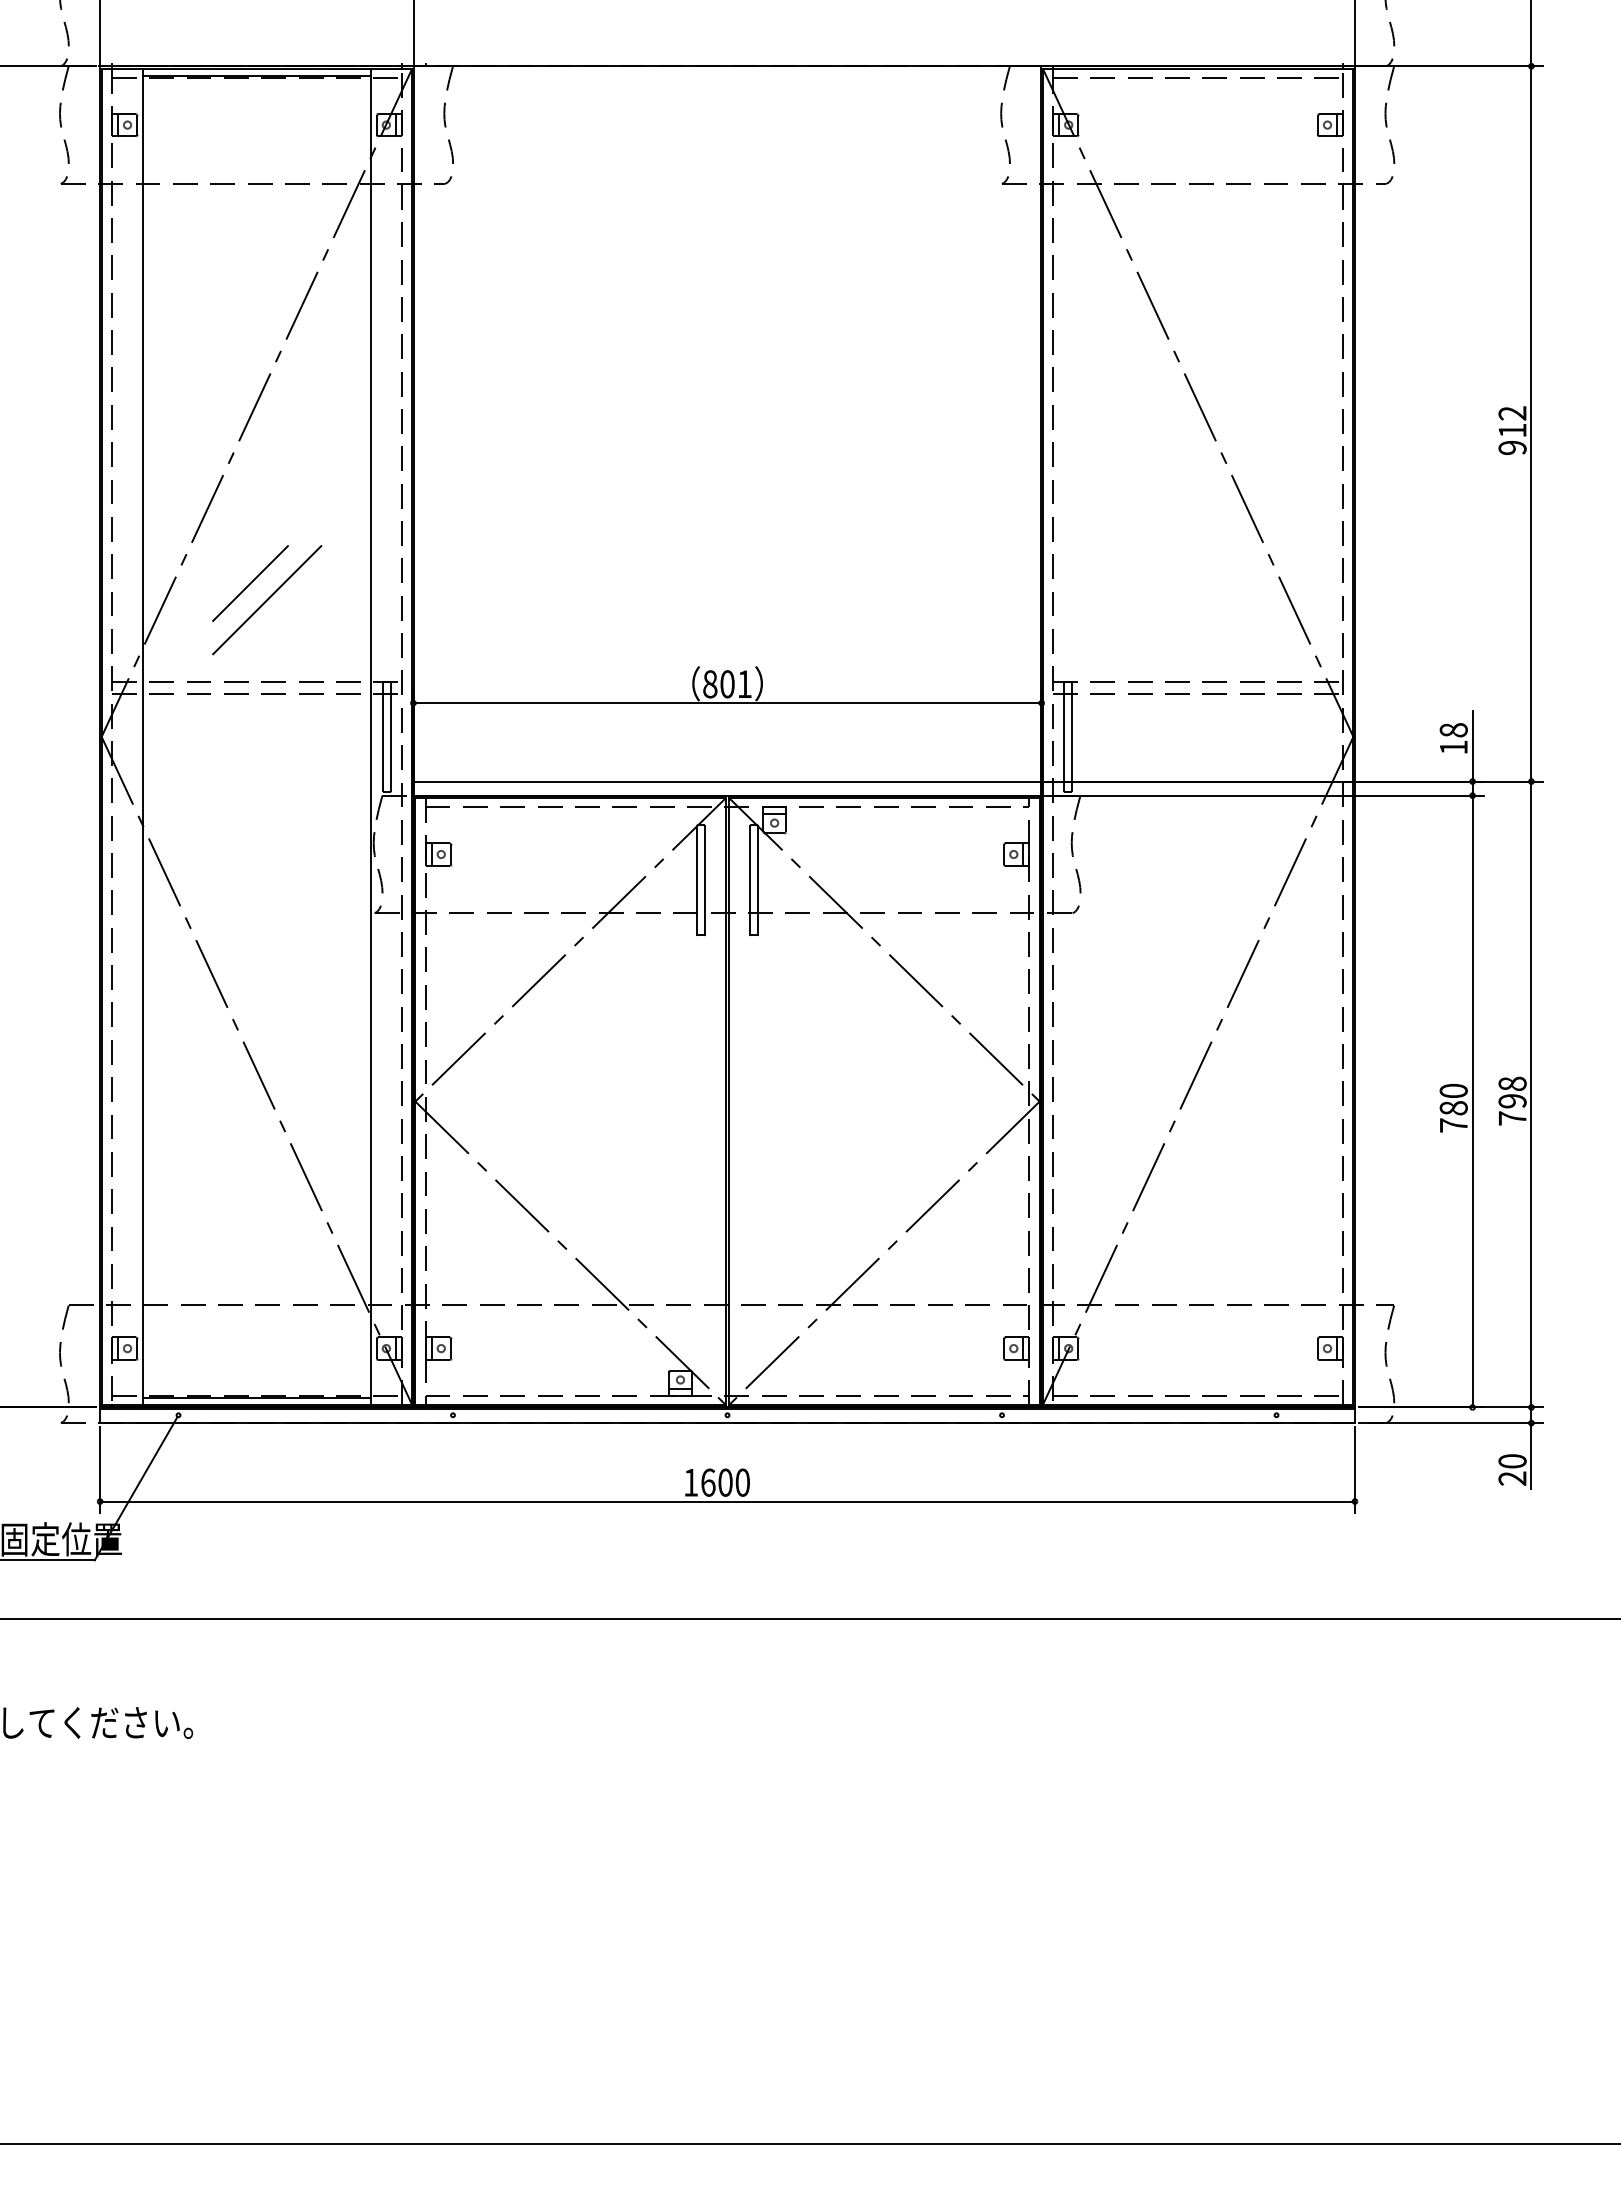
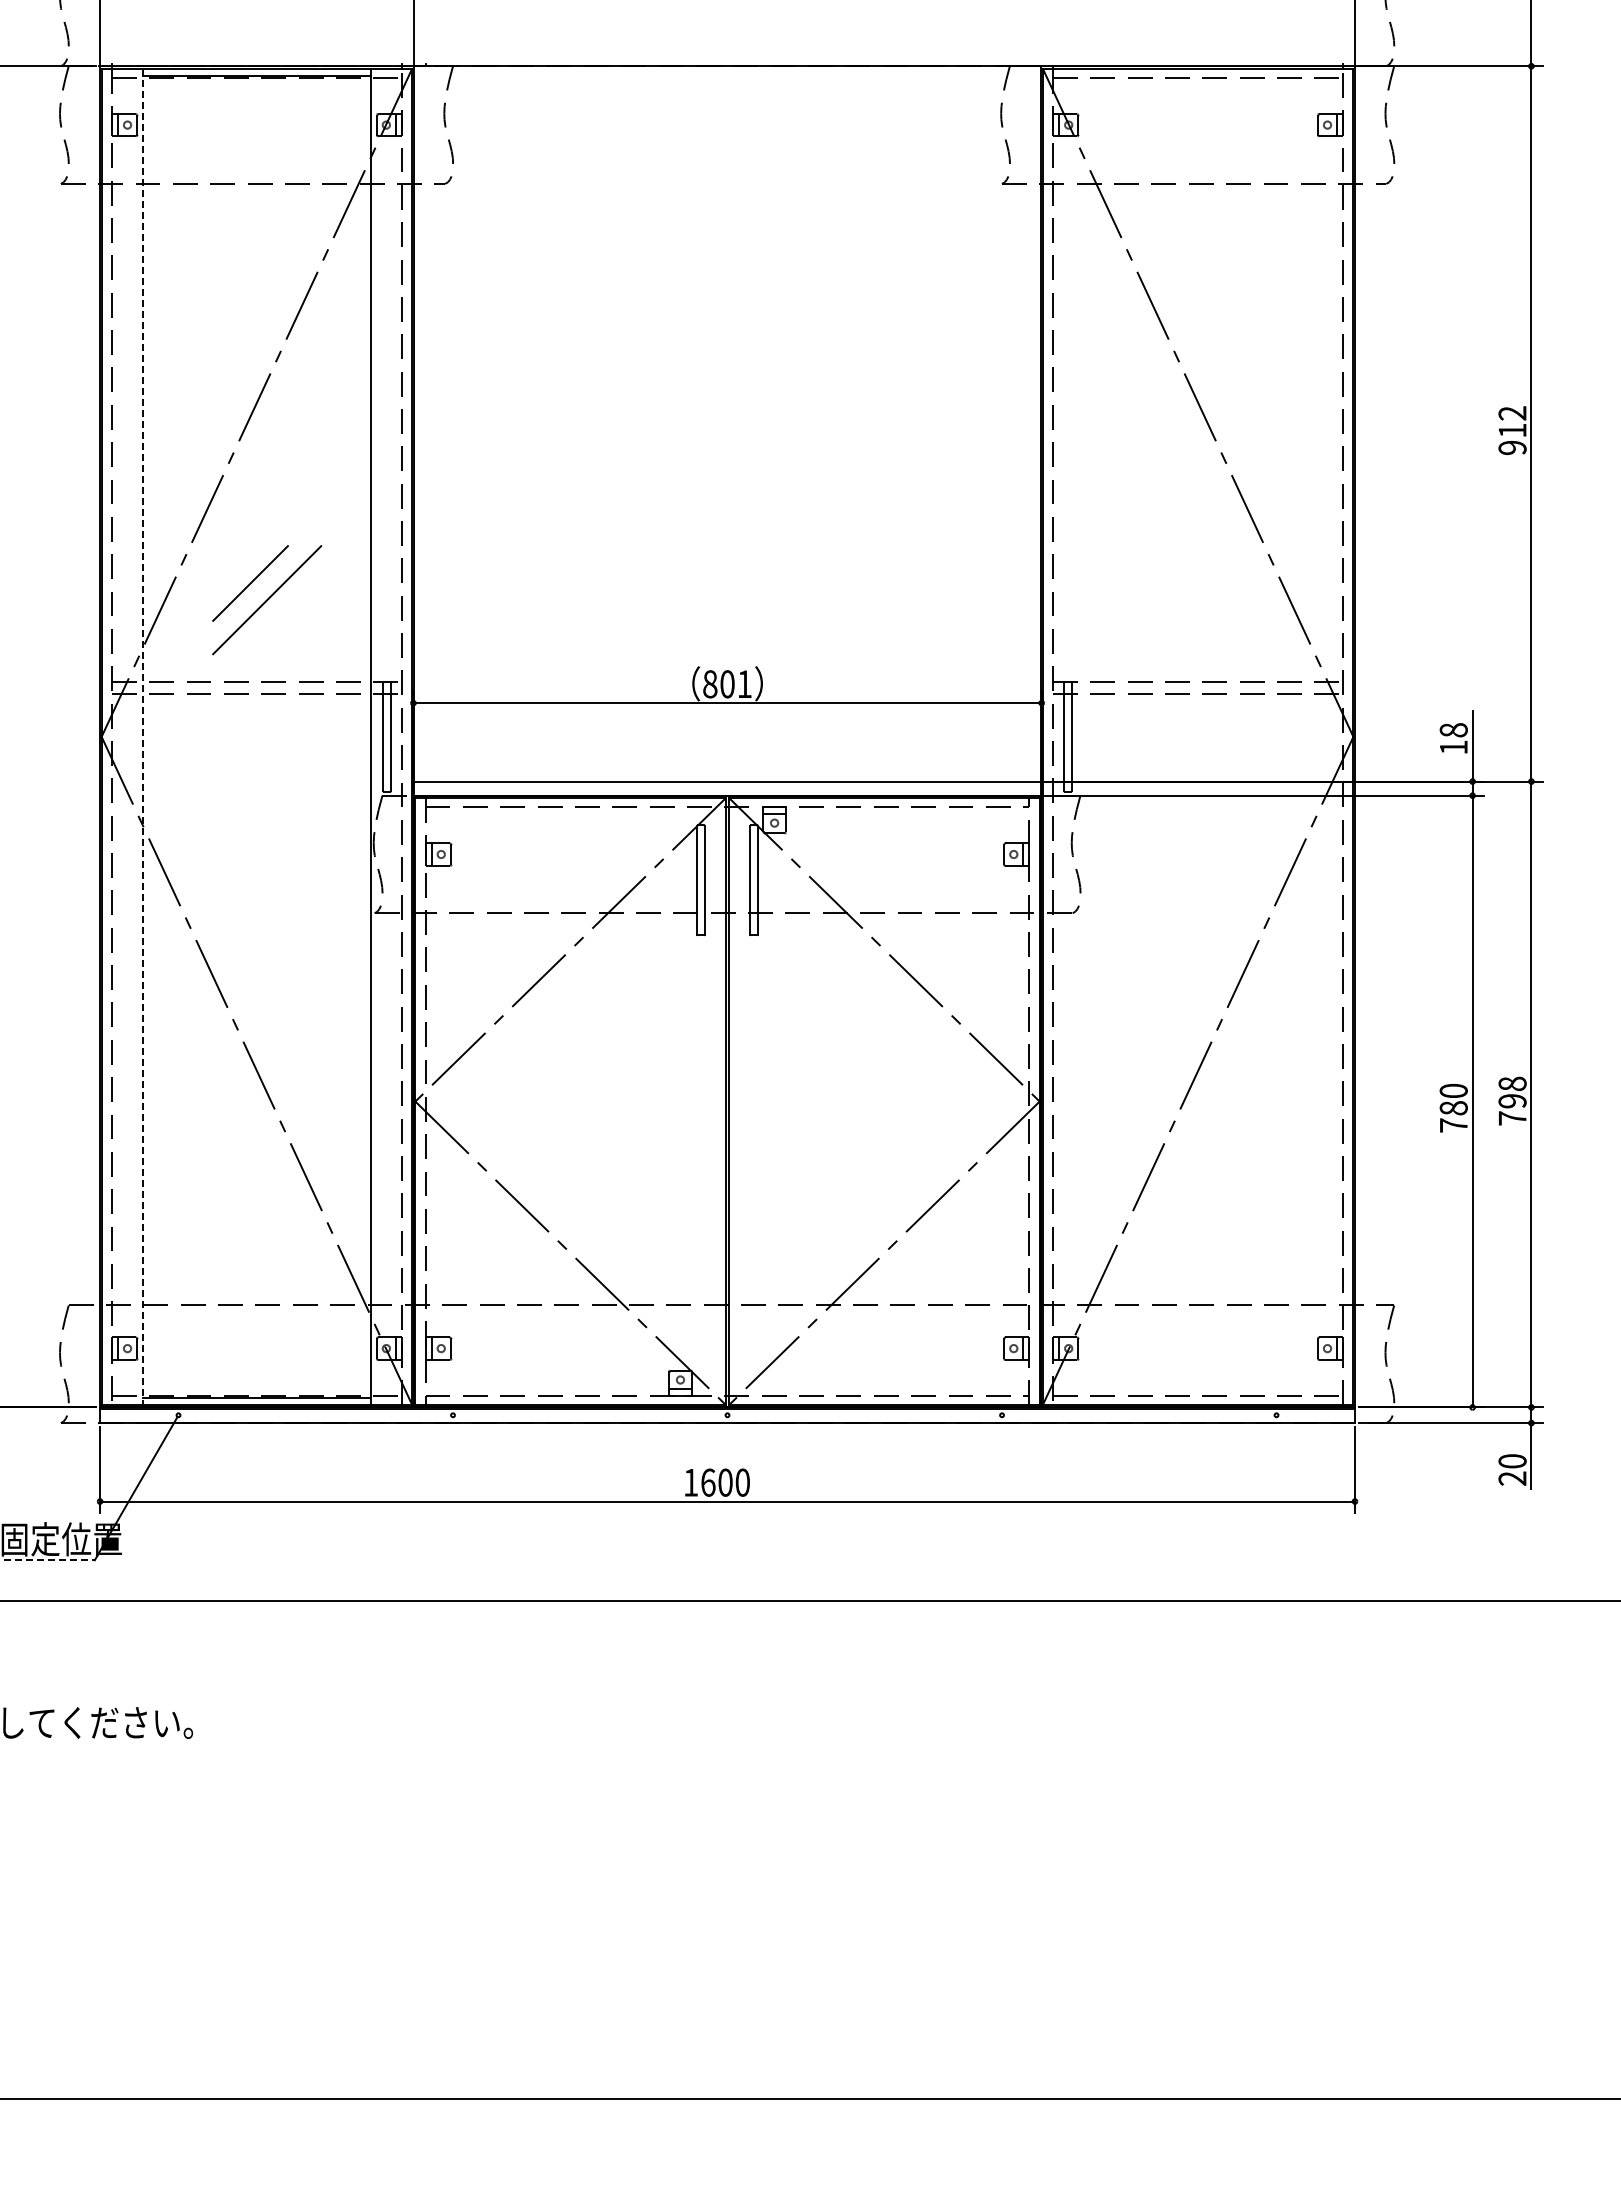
line at (143, 737): solid -> dashed
line at (47, 1560): solid -> dashed
line at (809, 1619) position: (809, 1619) -> (809, 1601)
line at (809, 2143) position: (809, 2143) -> (809, 2098)
